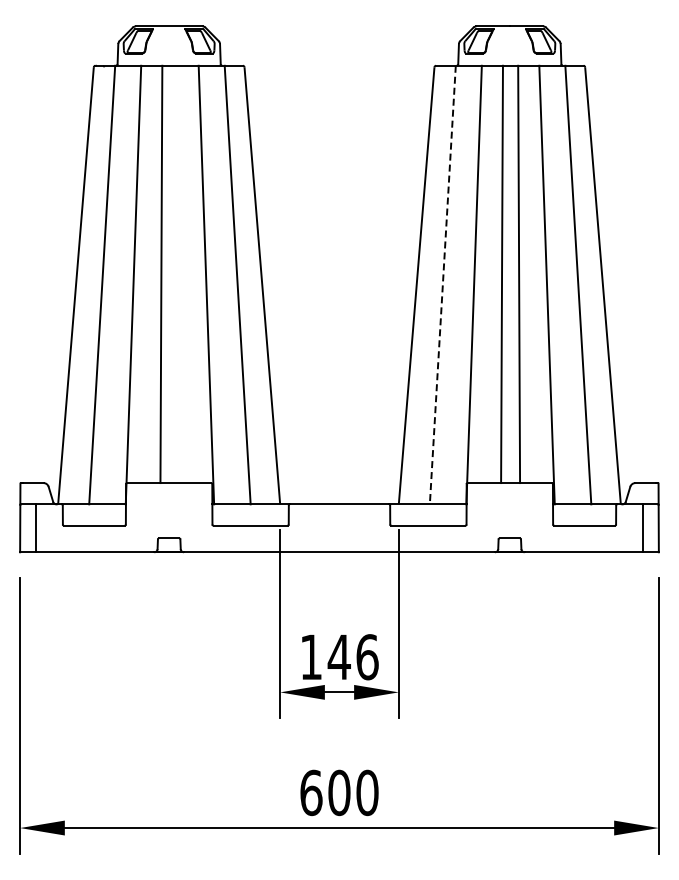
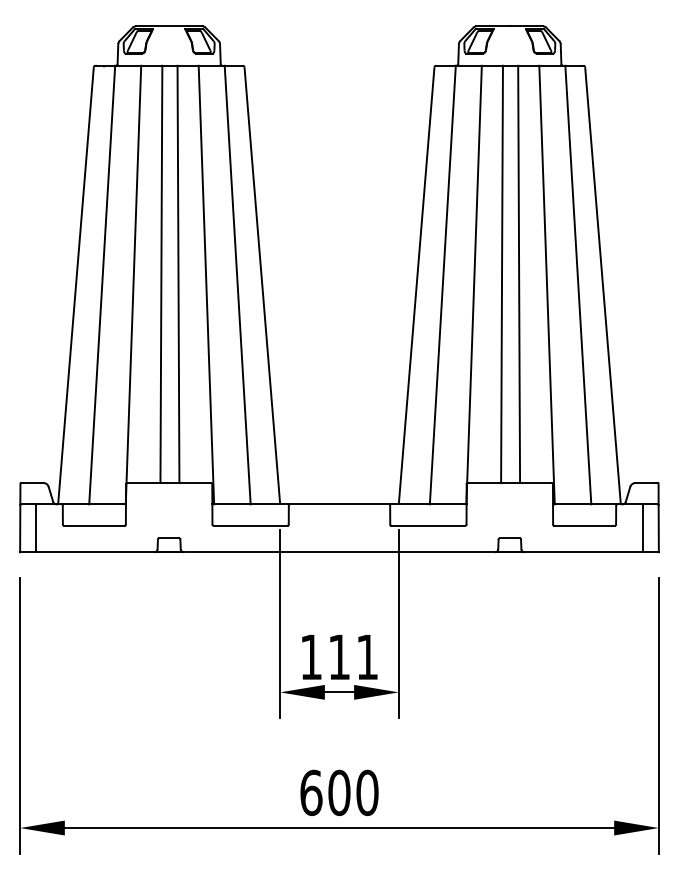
line at (178, 274): none -> present
line at (442, 285): dashed -> solid
text at (352, 657): 146 -> 111
